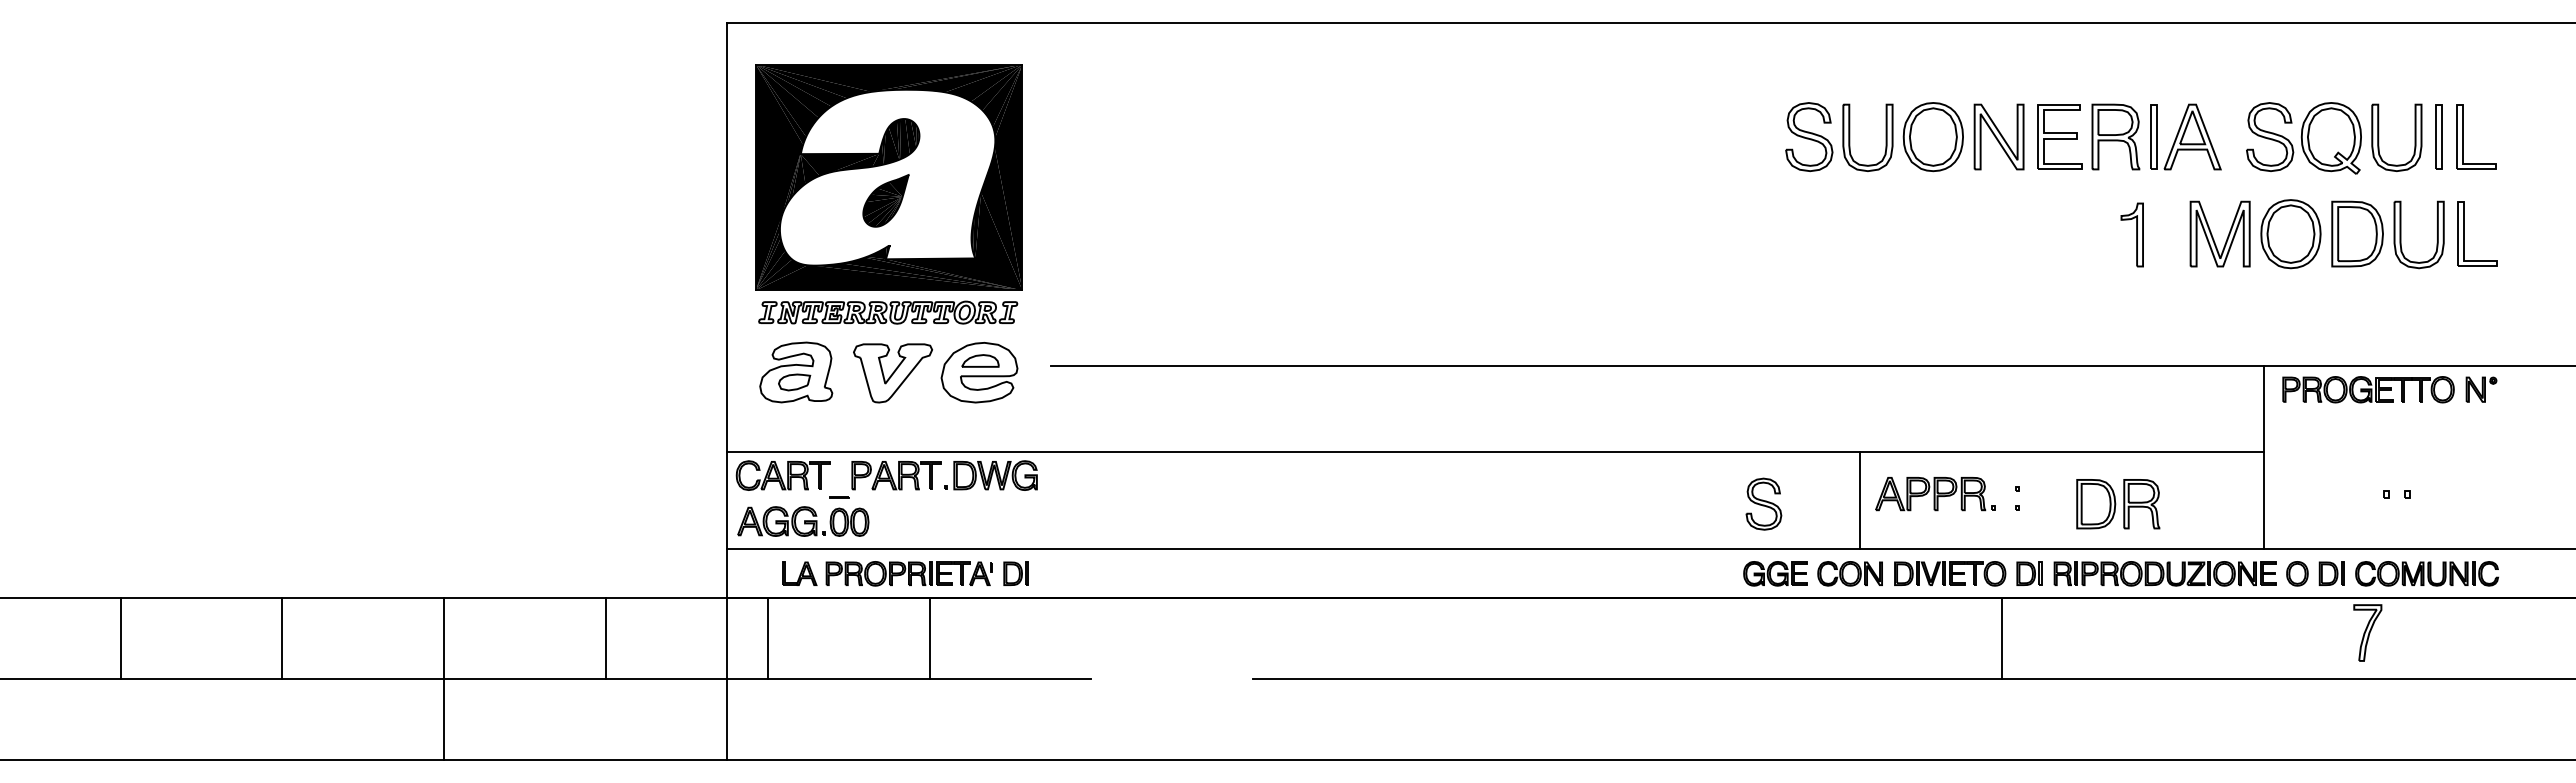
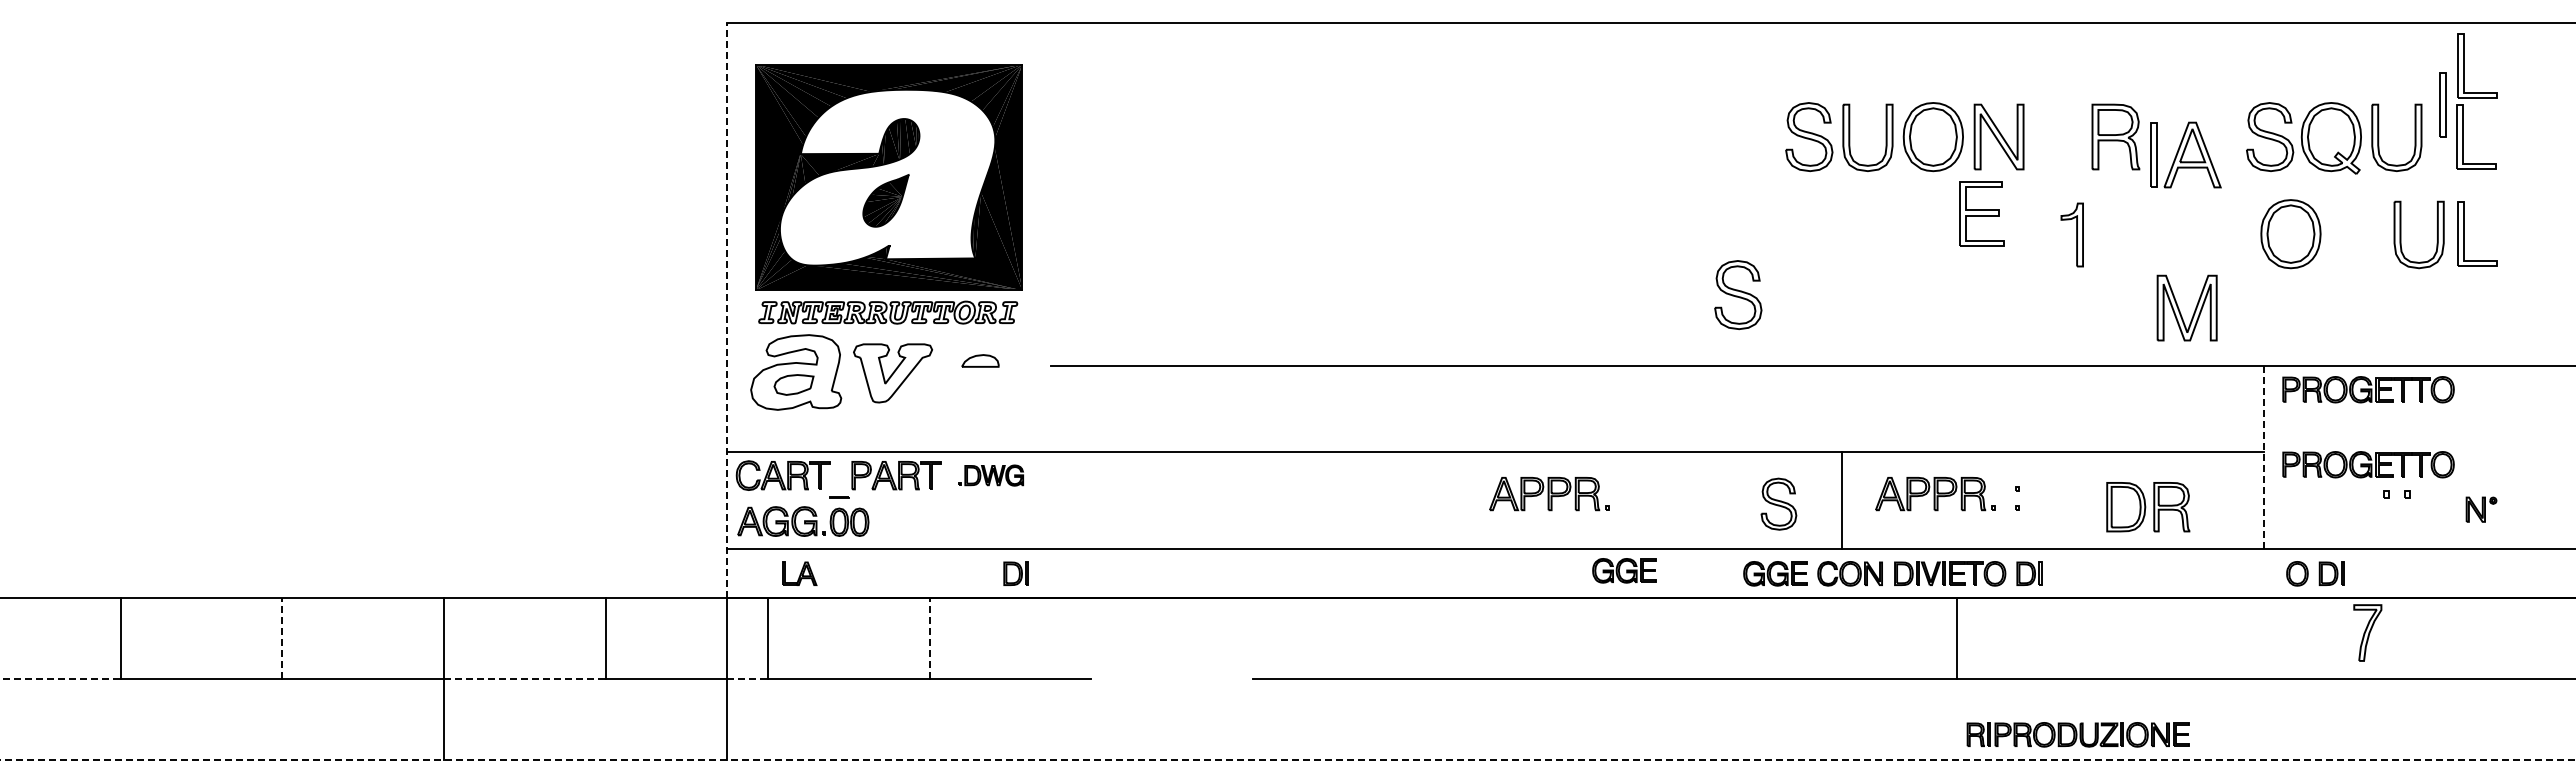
part at (2464, 65): none -> present
part at (2059, 136) position: (2059, 136) -> (1981, 213)
part at (2185, 136) position: (2185, 136) -> (2185, 154)
part at (2438, 136) position: (2438, 136) -> (2442, 104)
part at (2357, 233): present -> none
part at (2131, 234) position: (2131, 234) -> (2071, 234)
part at (2212, 234) position: (2212, 234) -> (2179, 308)
part at (1738, 295): none -> present
line at (727, 310): solid -> dashed
part at (796, 372) size: 75x63 px -> 93x77 px
part at (979, 372): present -> none
part at (2481, 389) position: (2481, 389) -> (2481, 509)
line at (2264, 457): solid -> dashed
part at (2368, 464): none -> present
part at (990, 475) size: 94x31 px -> 66x23 px
part at (1549, 494): none -> present
line at (1859, 500) position: (1859, 500) -> (1841, 500)
part at (1763, 503) position: (1763, 503) -> (1778, 503)
part at (2118, 504) position: (2118, 504) -> (2148, 507)
part at (1624, 570): none -> present
part at (908, 573): present -> none
part at (2164, 573) position: (2164, 573) -> (2077, 734)
part at (2426, 573): present -> none
line at (282, 637): solid -> dashed
line at (929, 637): solid -> dashed
line at (2001, 637) position: (2001, 637) -> (1956, 637)
line at (60, 678): solid -> dashed
line at (525, 678): solid -> dashed
line at (748, 678): solid -> dashed
line at (1288, 759): solid -> dashed
